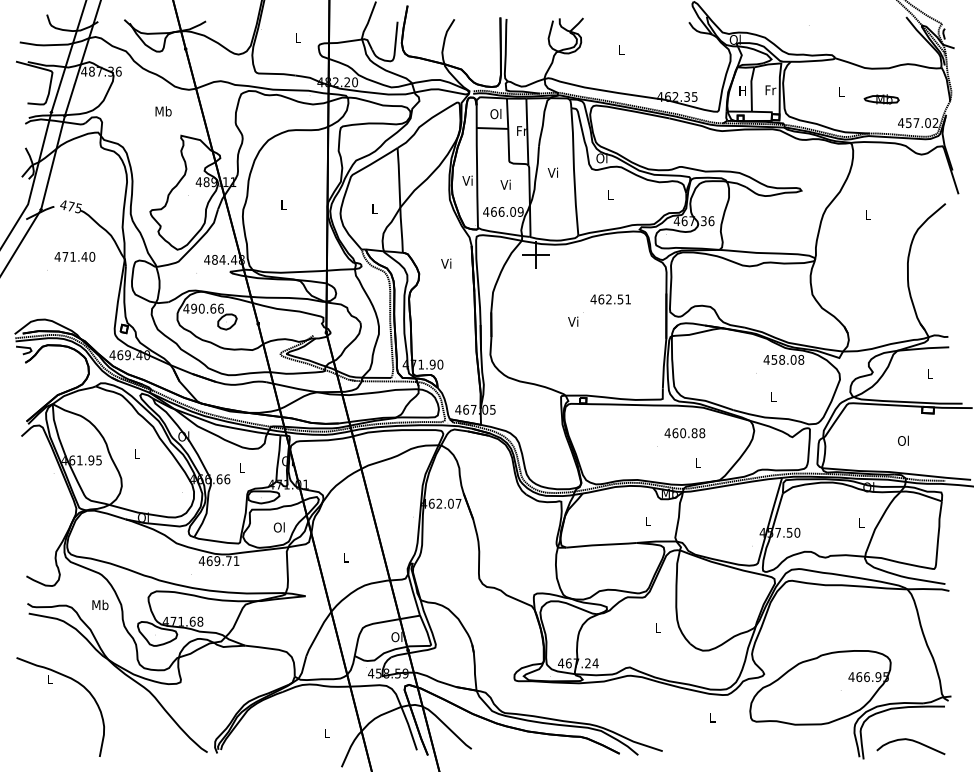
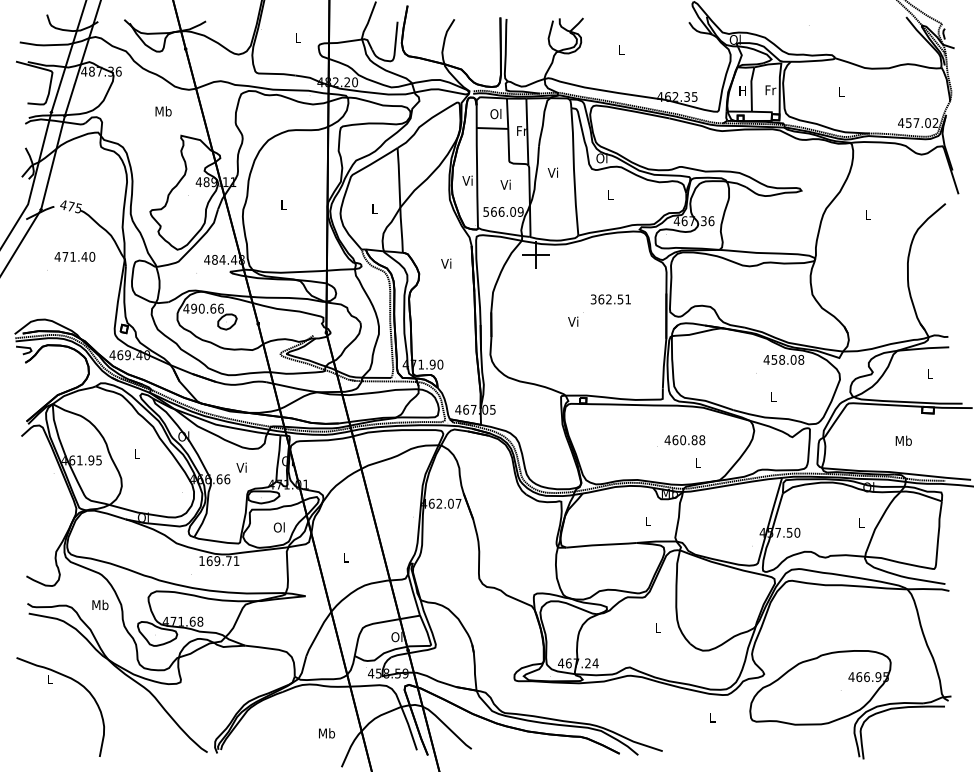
part at (881, 99): present -> none
text at (486, 211): 466.09 -> 566.09
text at (593, 299): 462.51 -> 362.51
text at (684, 433) position: (684, 433) -> (684, 440)
text at (903, 440): Ol -> Mb
text at (241, 467): L -> Vi
text at (201, 560): 469.71 -> 169.71
text at (327, 733): L -> Mb
curve at (911, 741): present -> none
